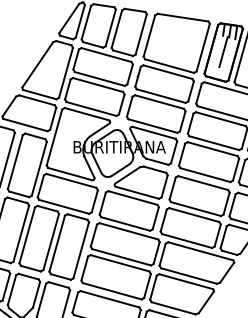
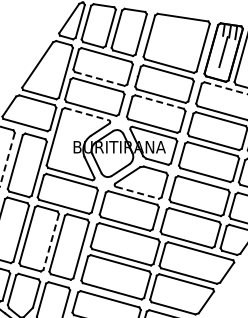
line at (99, 79): solid -> dashed
line at (226, 88): solid -> dashed
line at (160, 102): solid -> dashed
line at (86, 114): solid -> dashed
line at (7, 159): solid -> dashed
line at (138, 192): solid -> dashed
line at (51, 242): solid -> dashed
